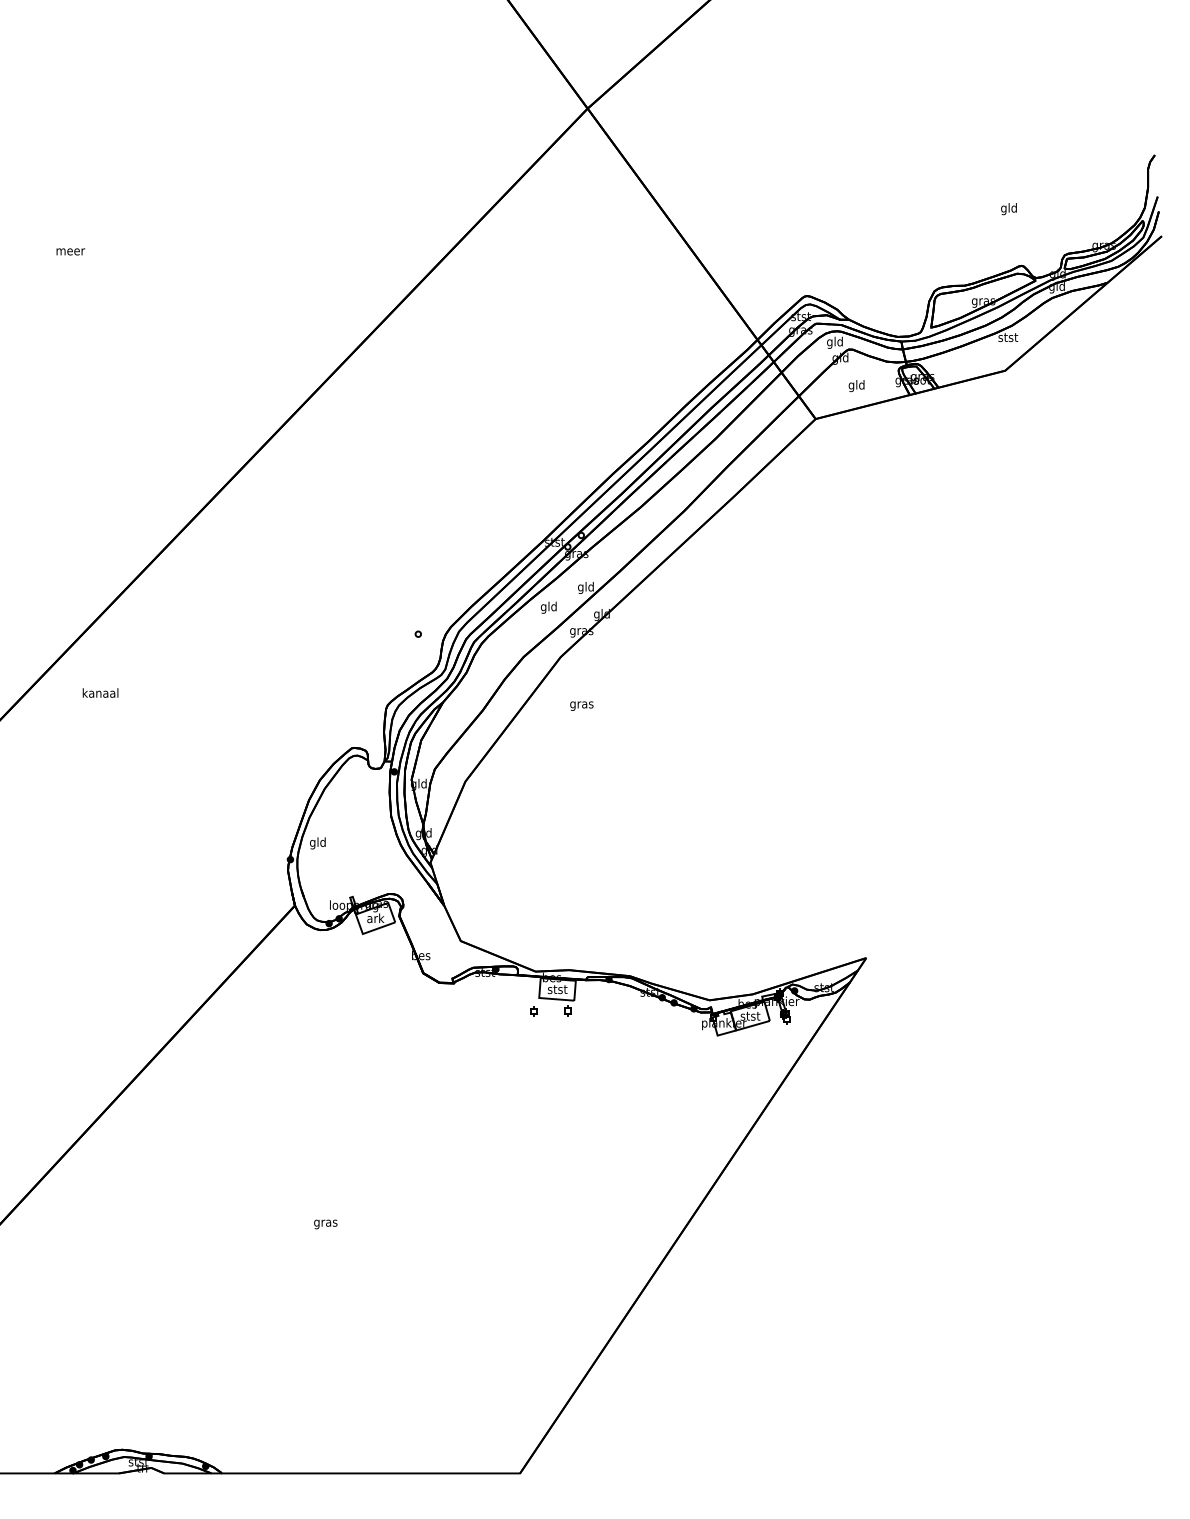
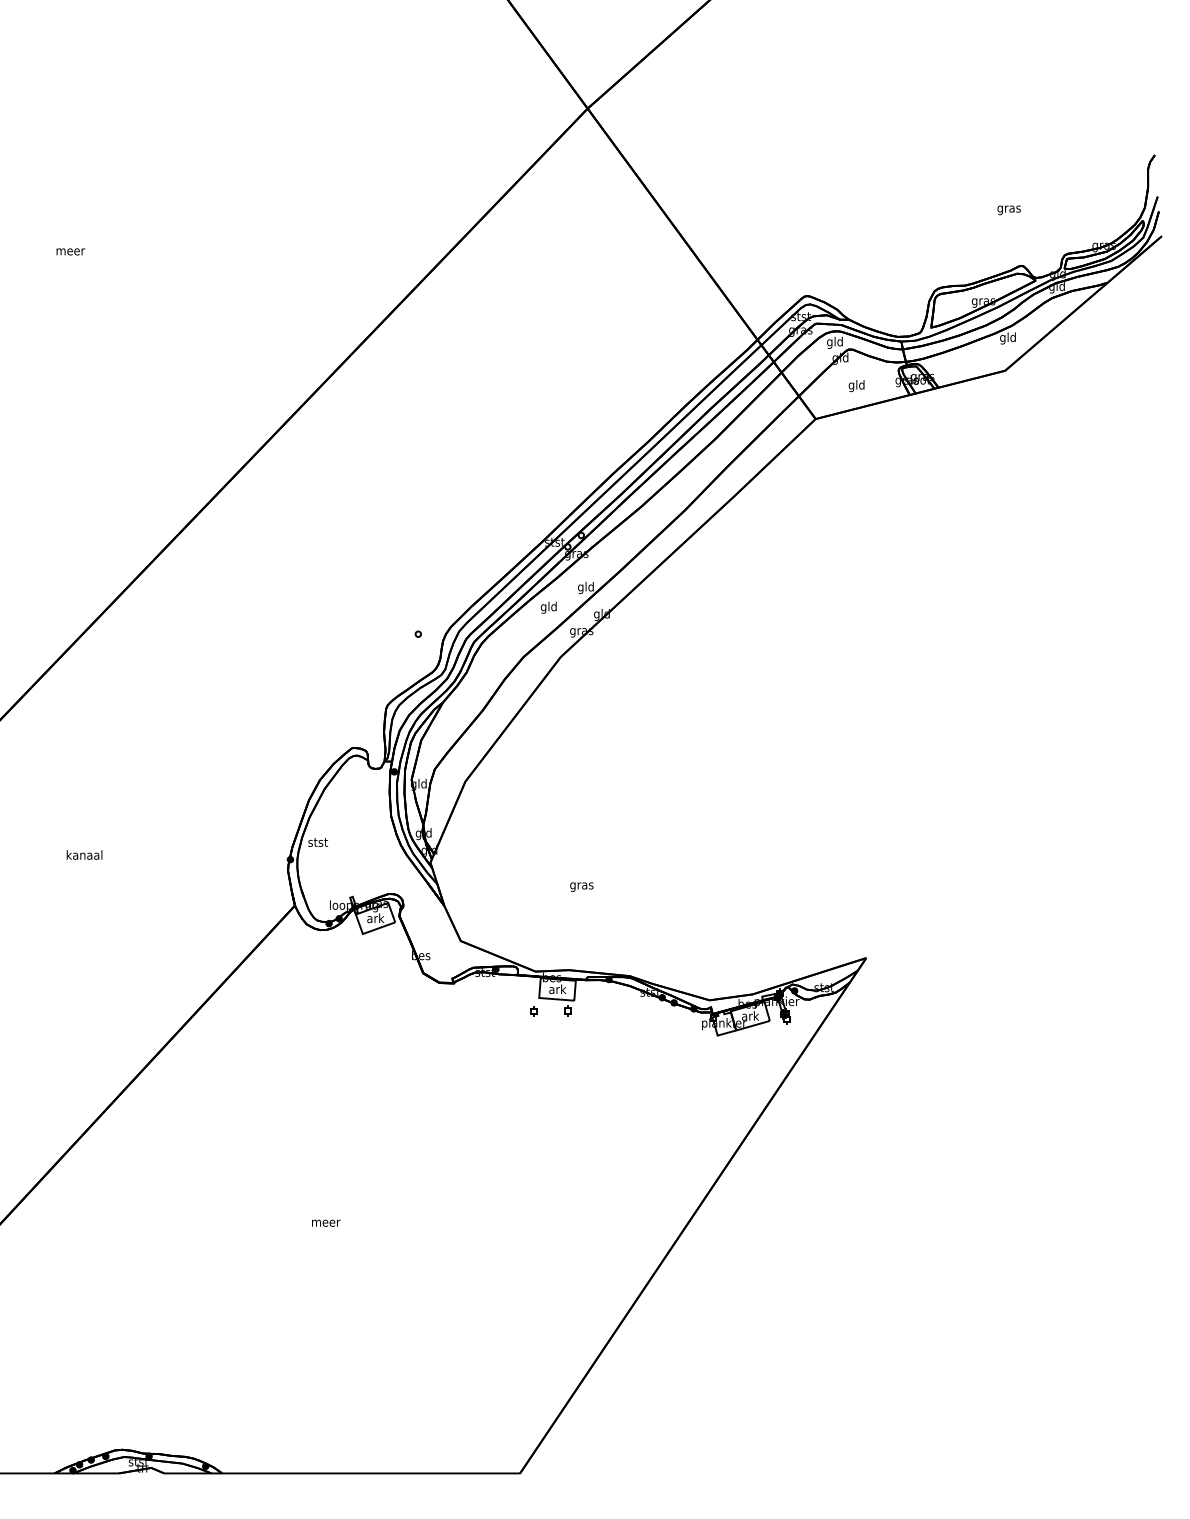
text at (1008, 209): gld -> gras
text at (1008, 338): stst -> gld
text at (100, 692) position: (100, 692) -> (84, 854)
text at (581, 705) position: (581, 705) -> (581, 886)
text at (317, 843): gld -> stst
text at (557, 989): stst -> ark
text at (750, 1015): stst -> ark
text at (326, 1224): gras -> meer
